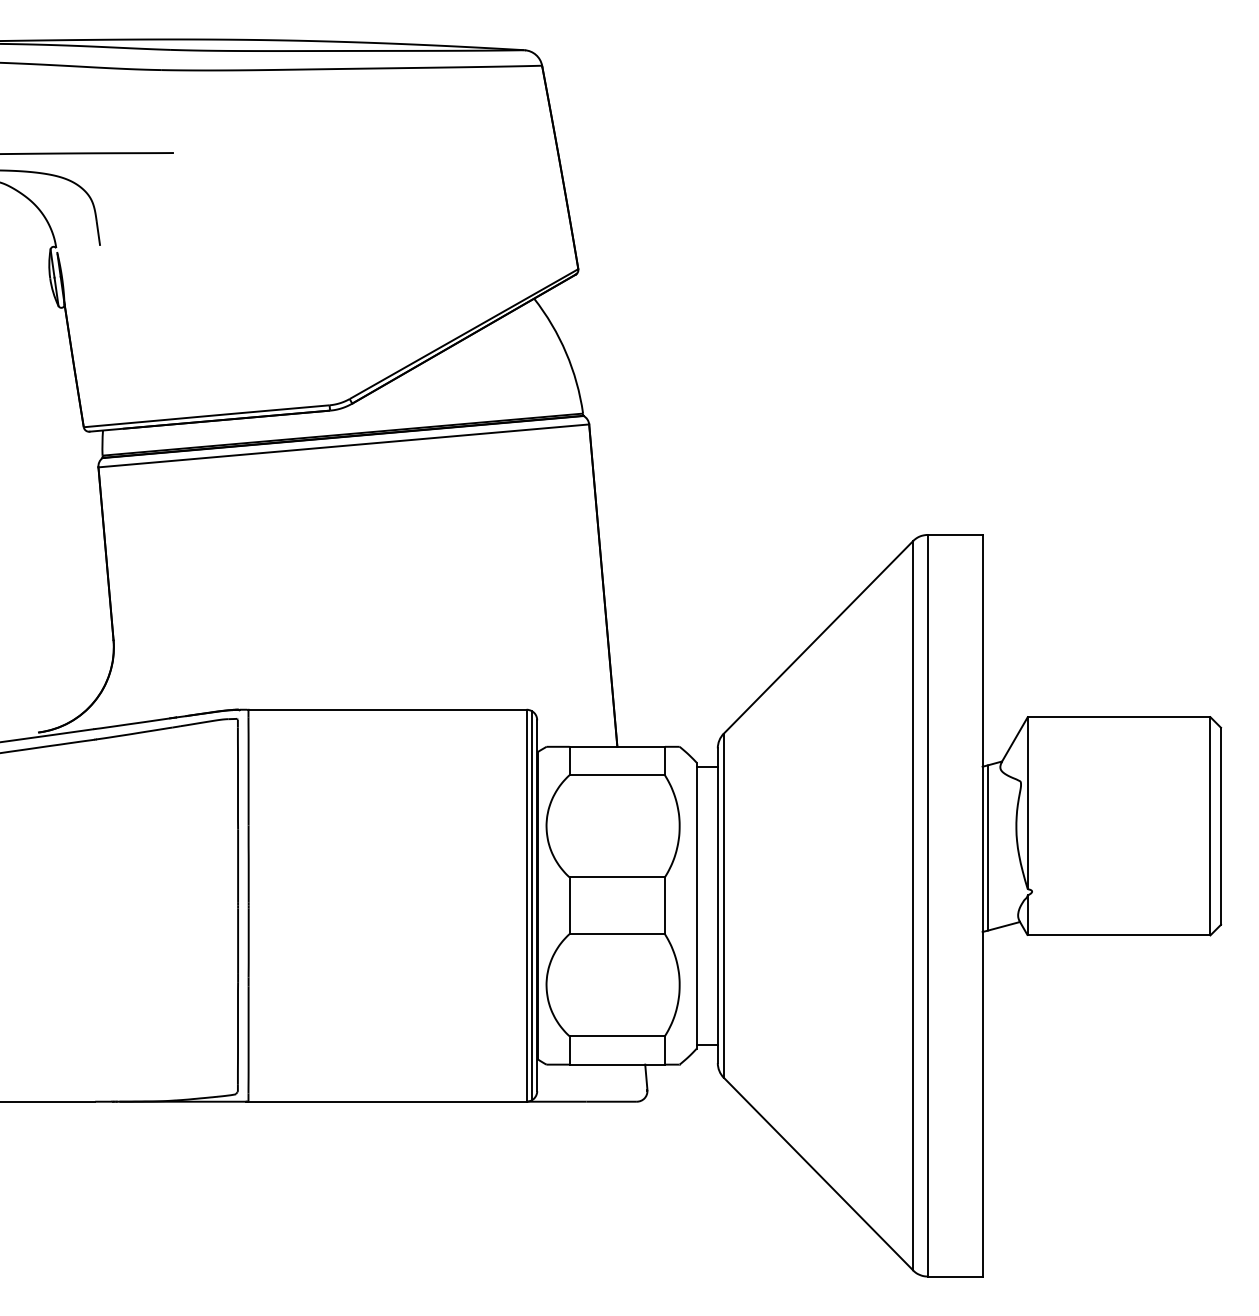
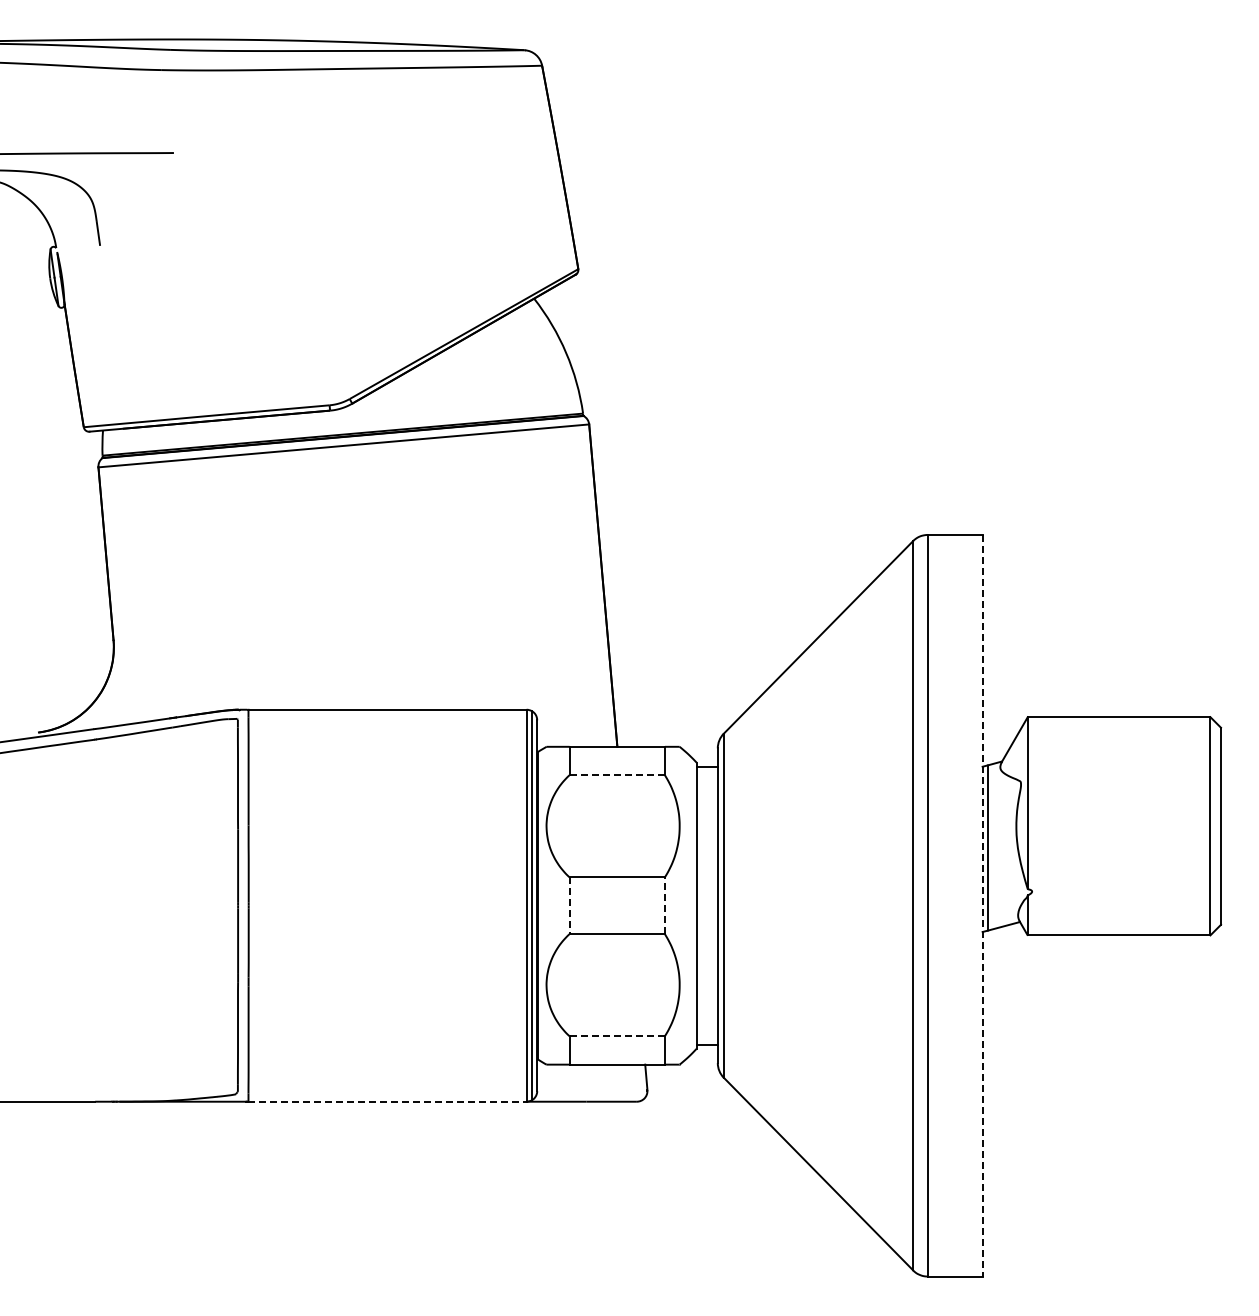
line at (617, 775): solid -> dashed
line at (664, 905): solid -> dashed
line at (982, 905): solid -> dashed
line at (569, 906): solid -> dashed
line at (617, 1036): solid -> dashed
line at (387, 1101): solid -> dashed
